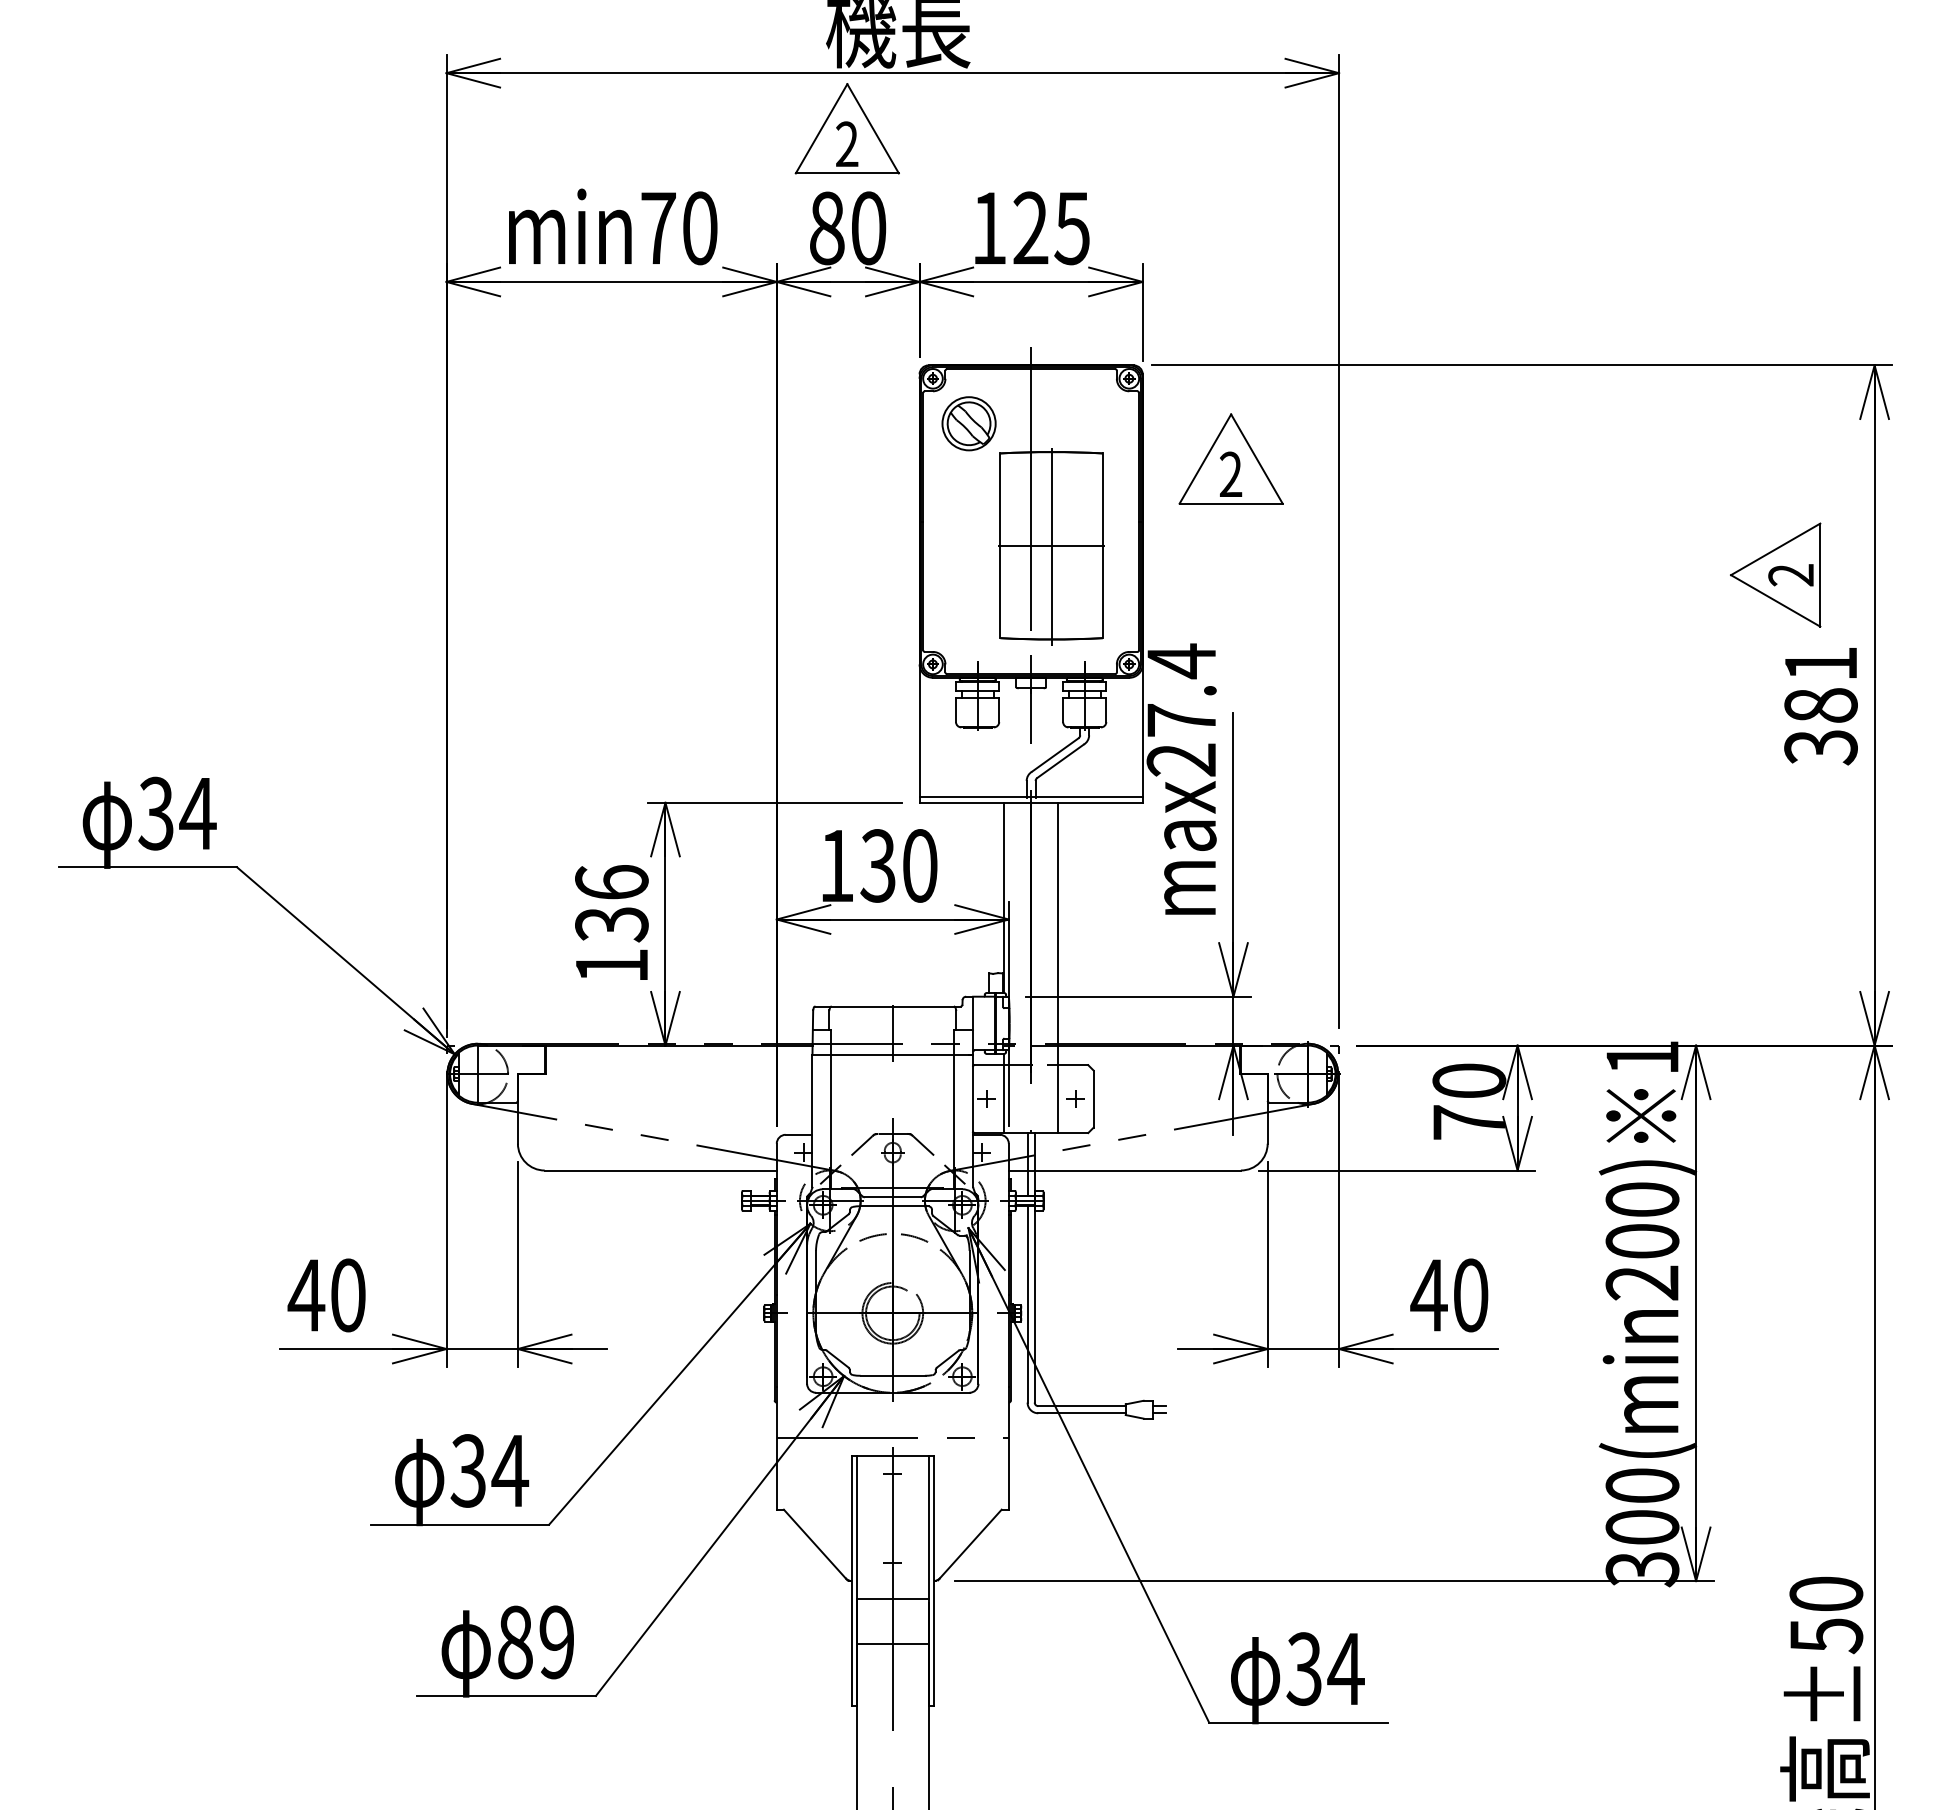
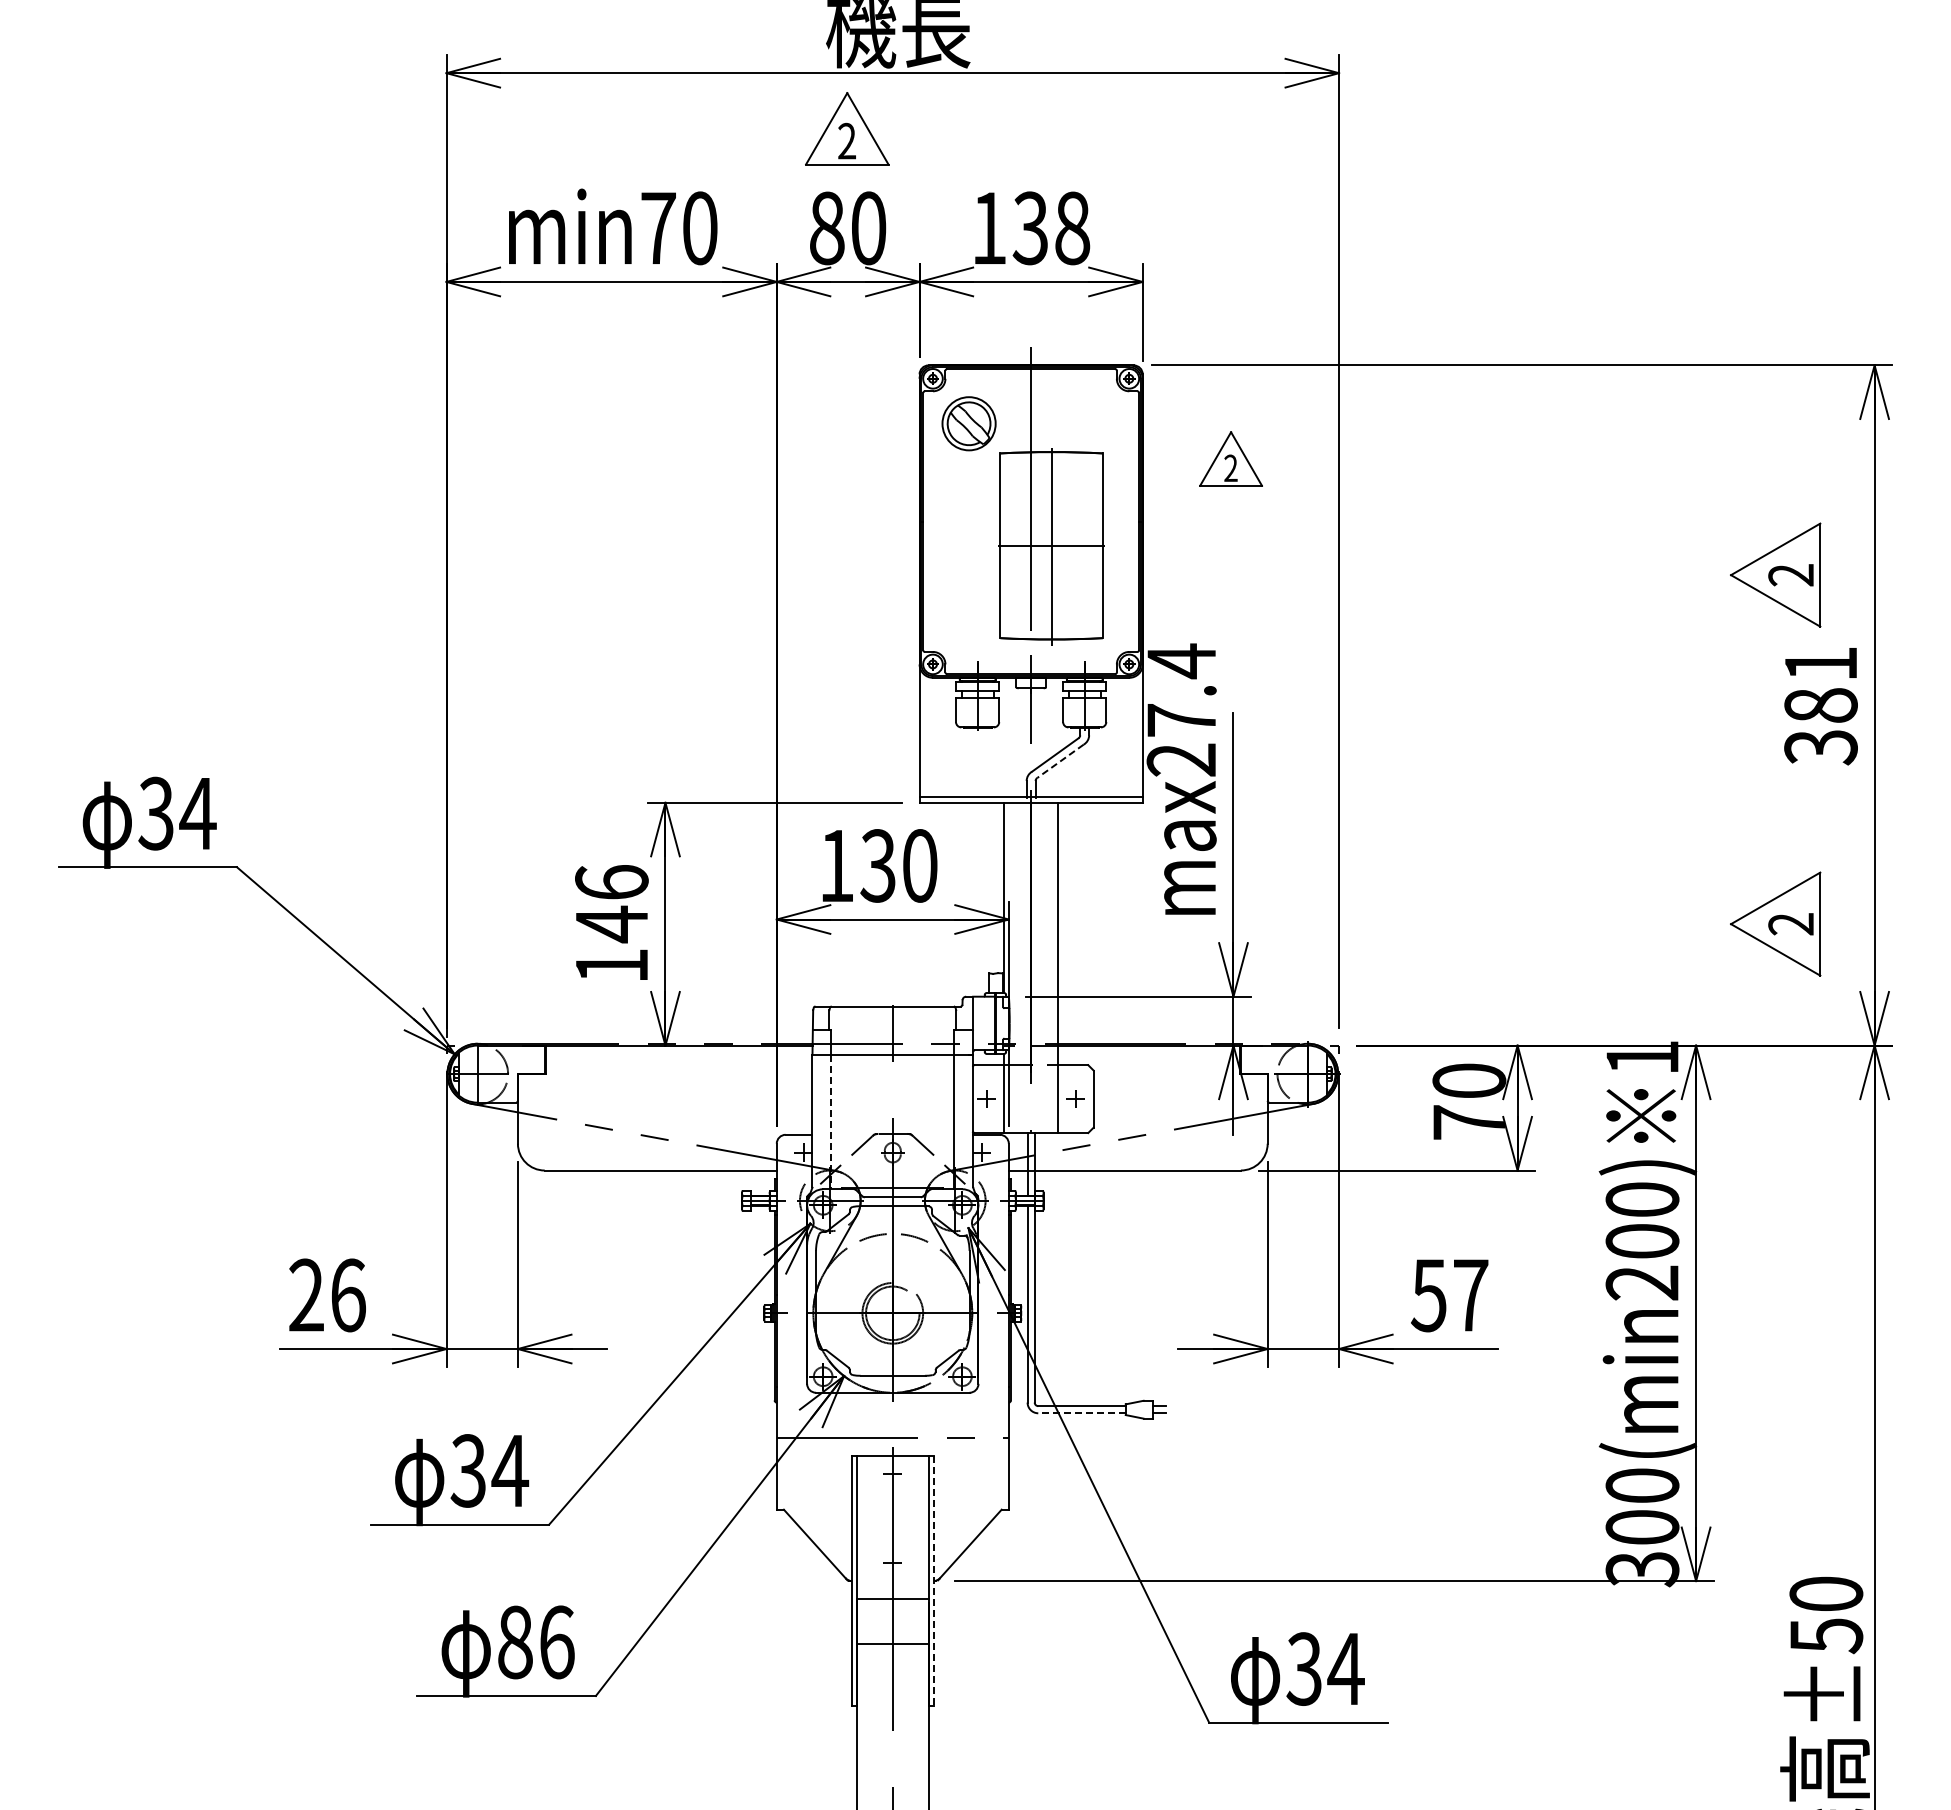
part at (846, 128) size: 106x92 px -> 85x74 px
text at (1051, 228): 125 -> 138
part at (1230, 458) size: 106x92 px -> 64x56 px
line at (1060, 761): solid -> dashed
part at (1775, 923): none -> present
text at (611, 924): 136 -> 146
line at (831, 1122): solid -> dashed
text at (326, 1295): 40 -> 26
text at (1449, 1295): 40 -> 57
line at (1082, 1413): solid -> dashed
line at (933, 1581): solid -> dashed
text at (556, 1642): 89 -> 86
